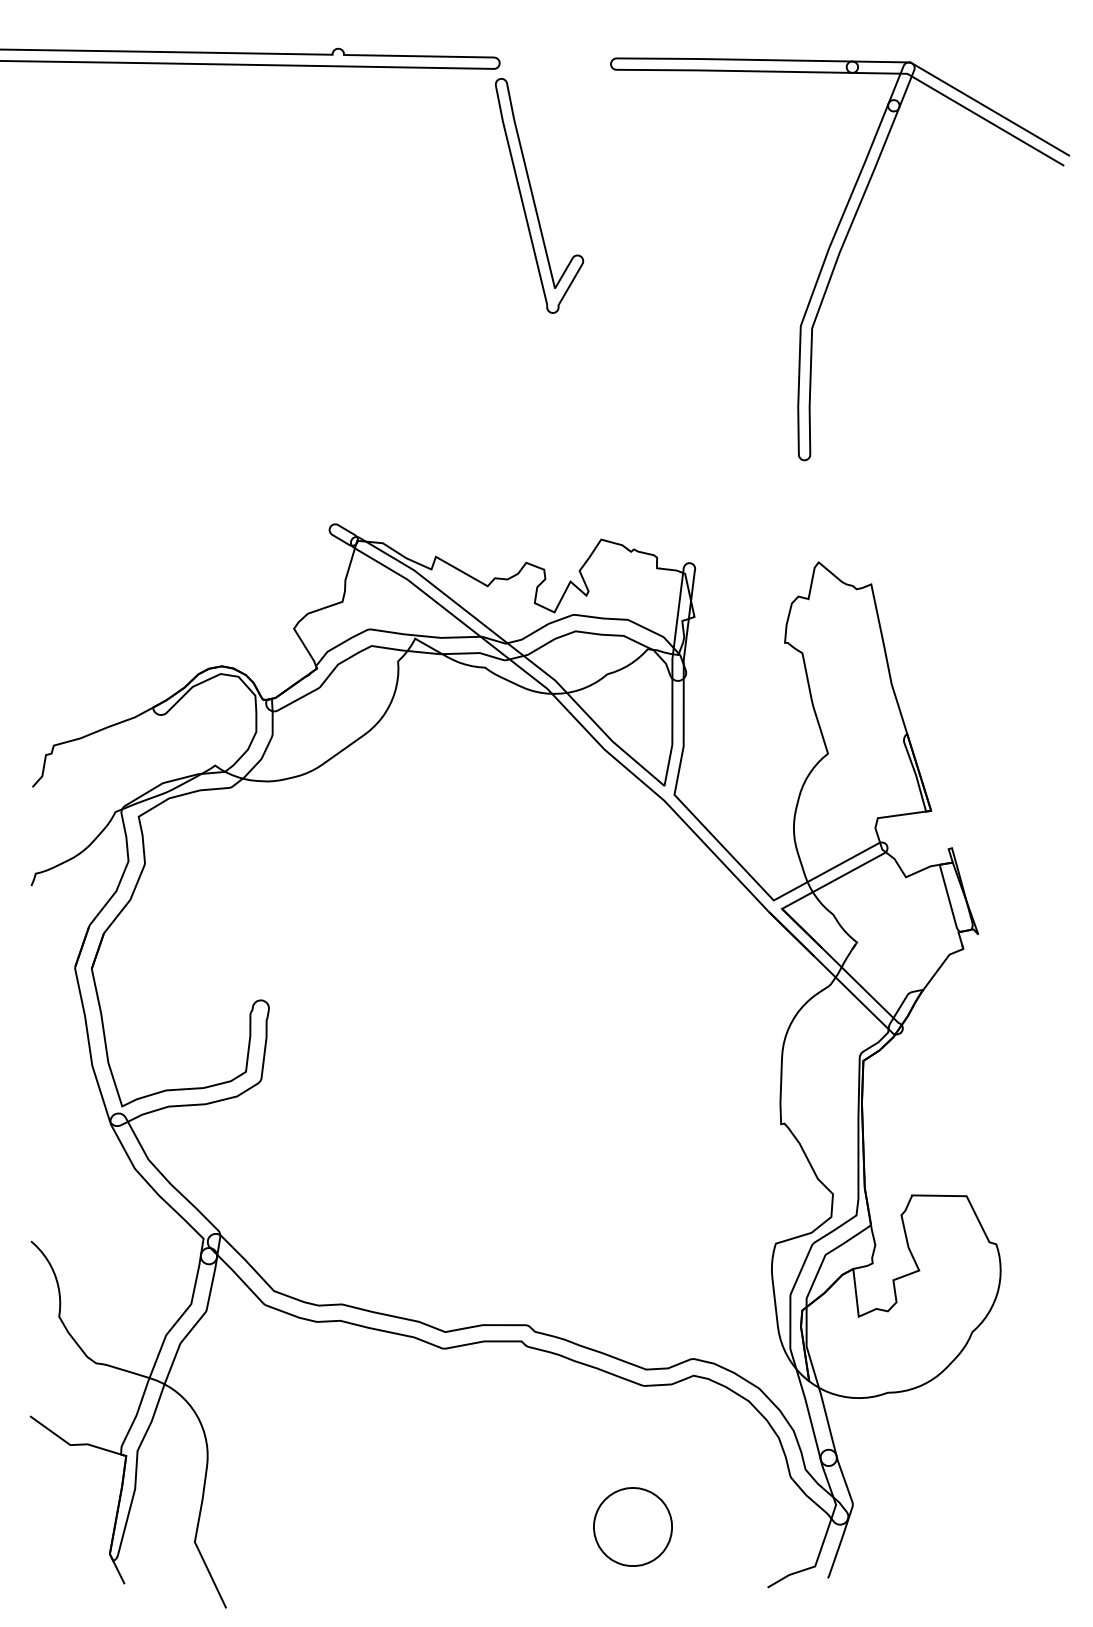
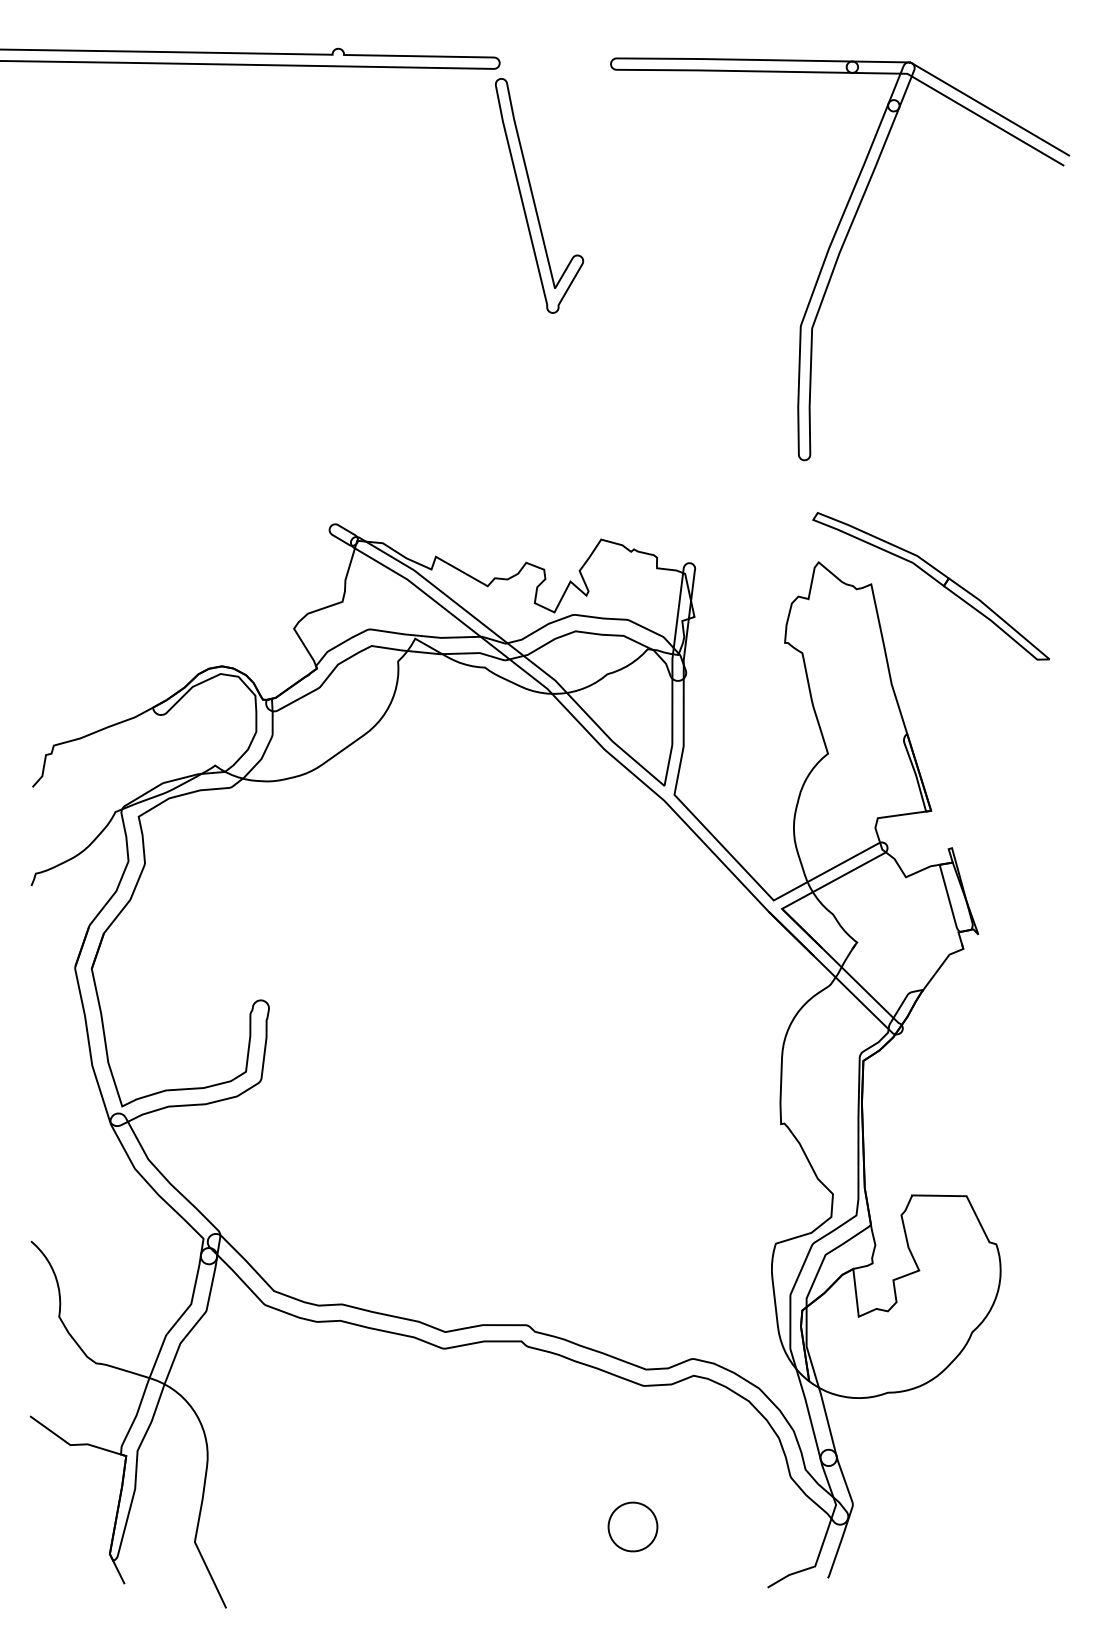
part at (934, 580): none -> present
part at (632, 1526) size: 80x80 px -> 52x52 px
